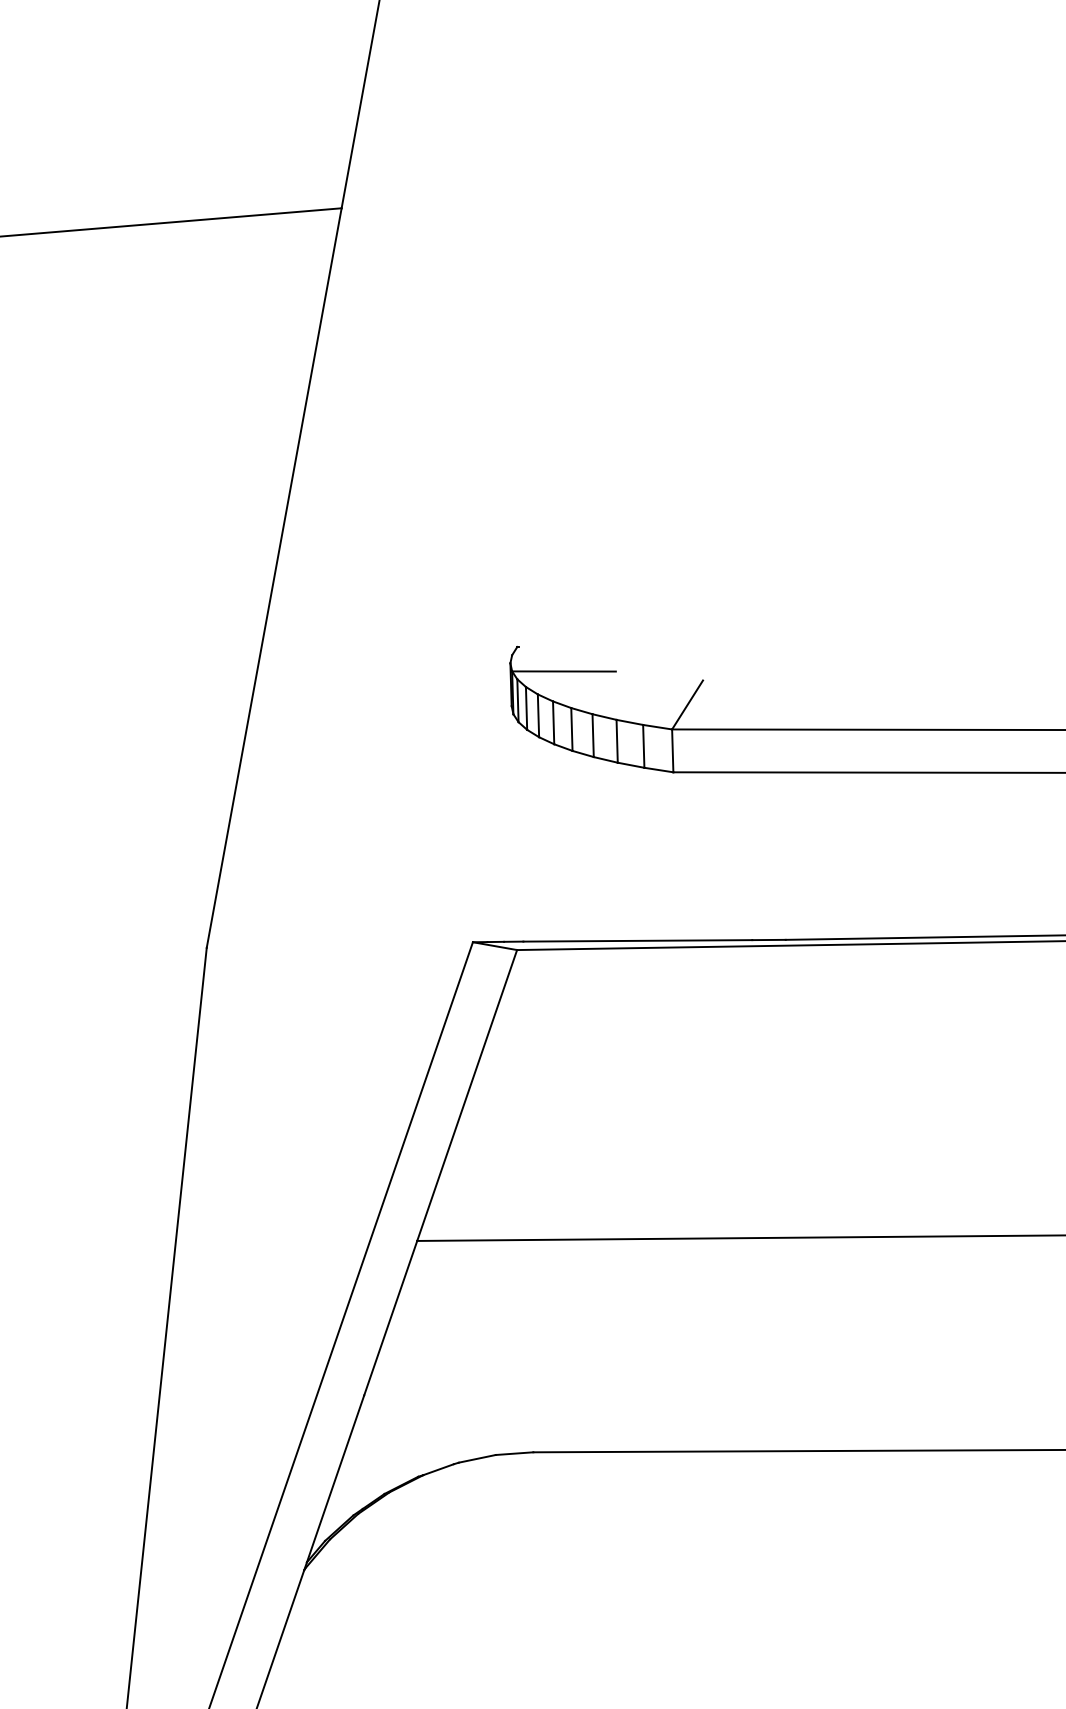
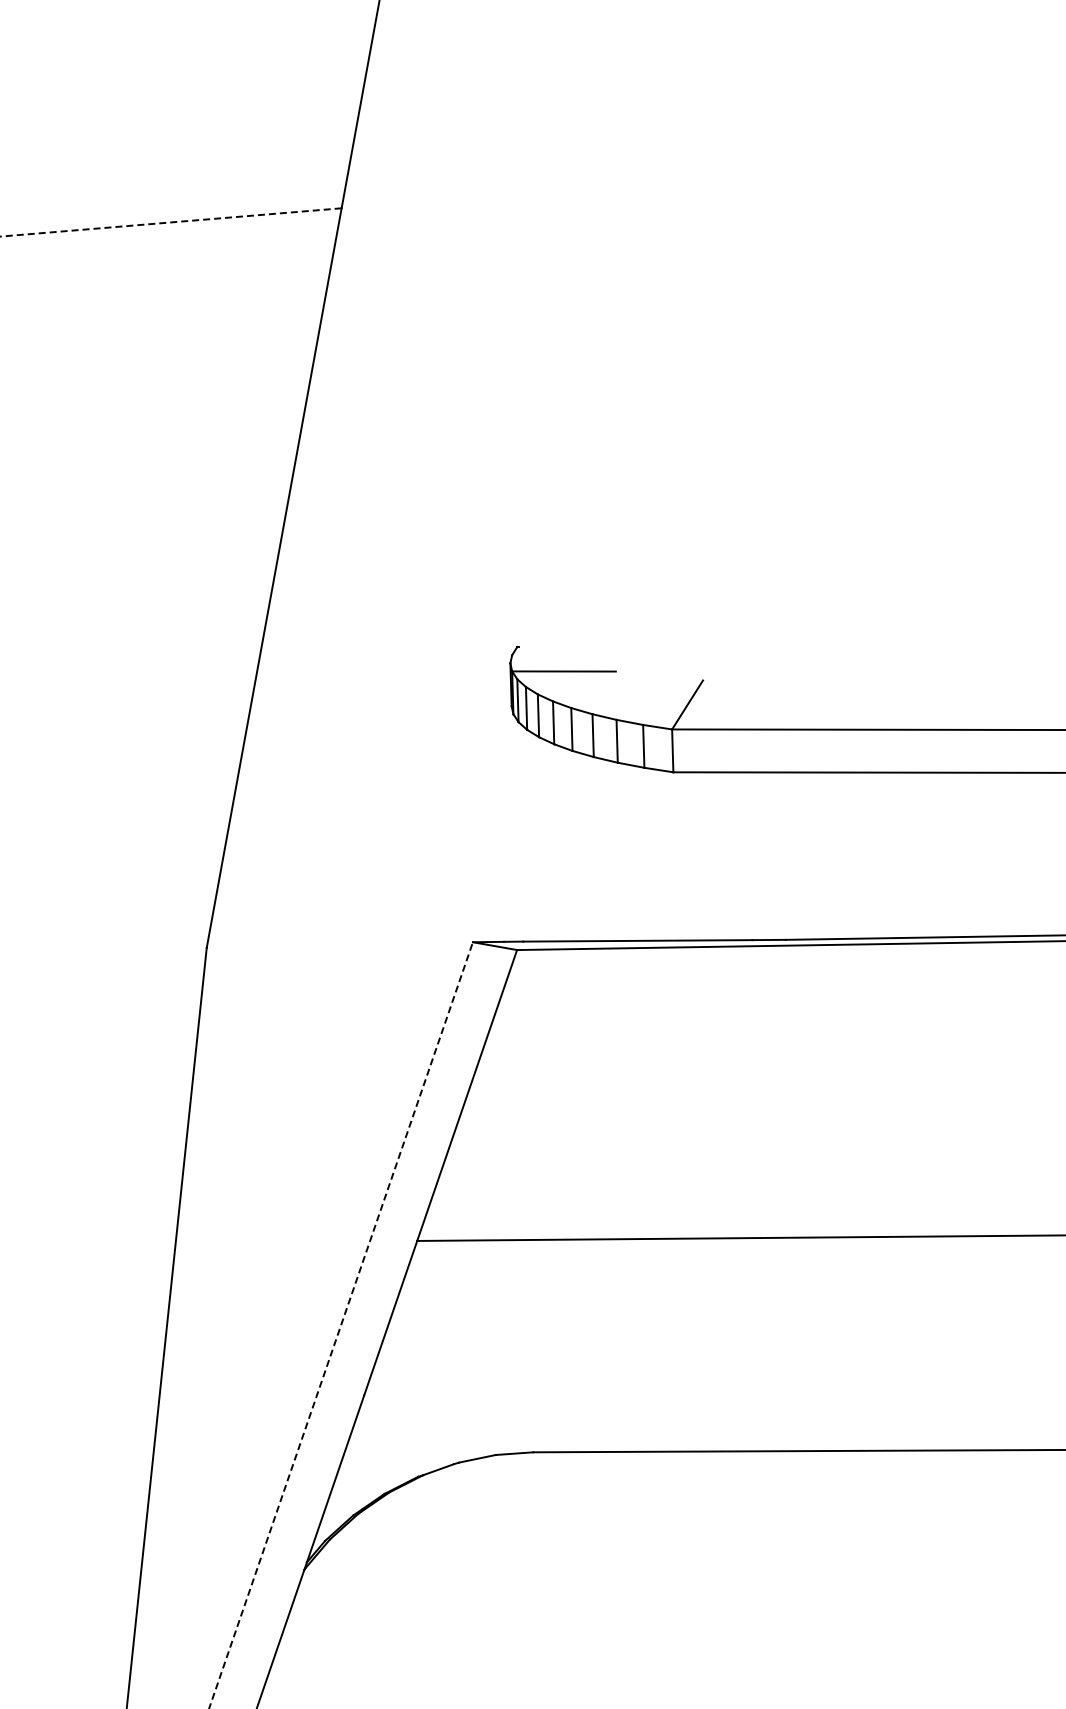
line at (170, 222): solid -> dashed
line at (341, 1325): solid -> dashed
